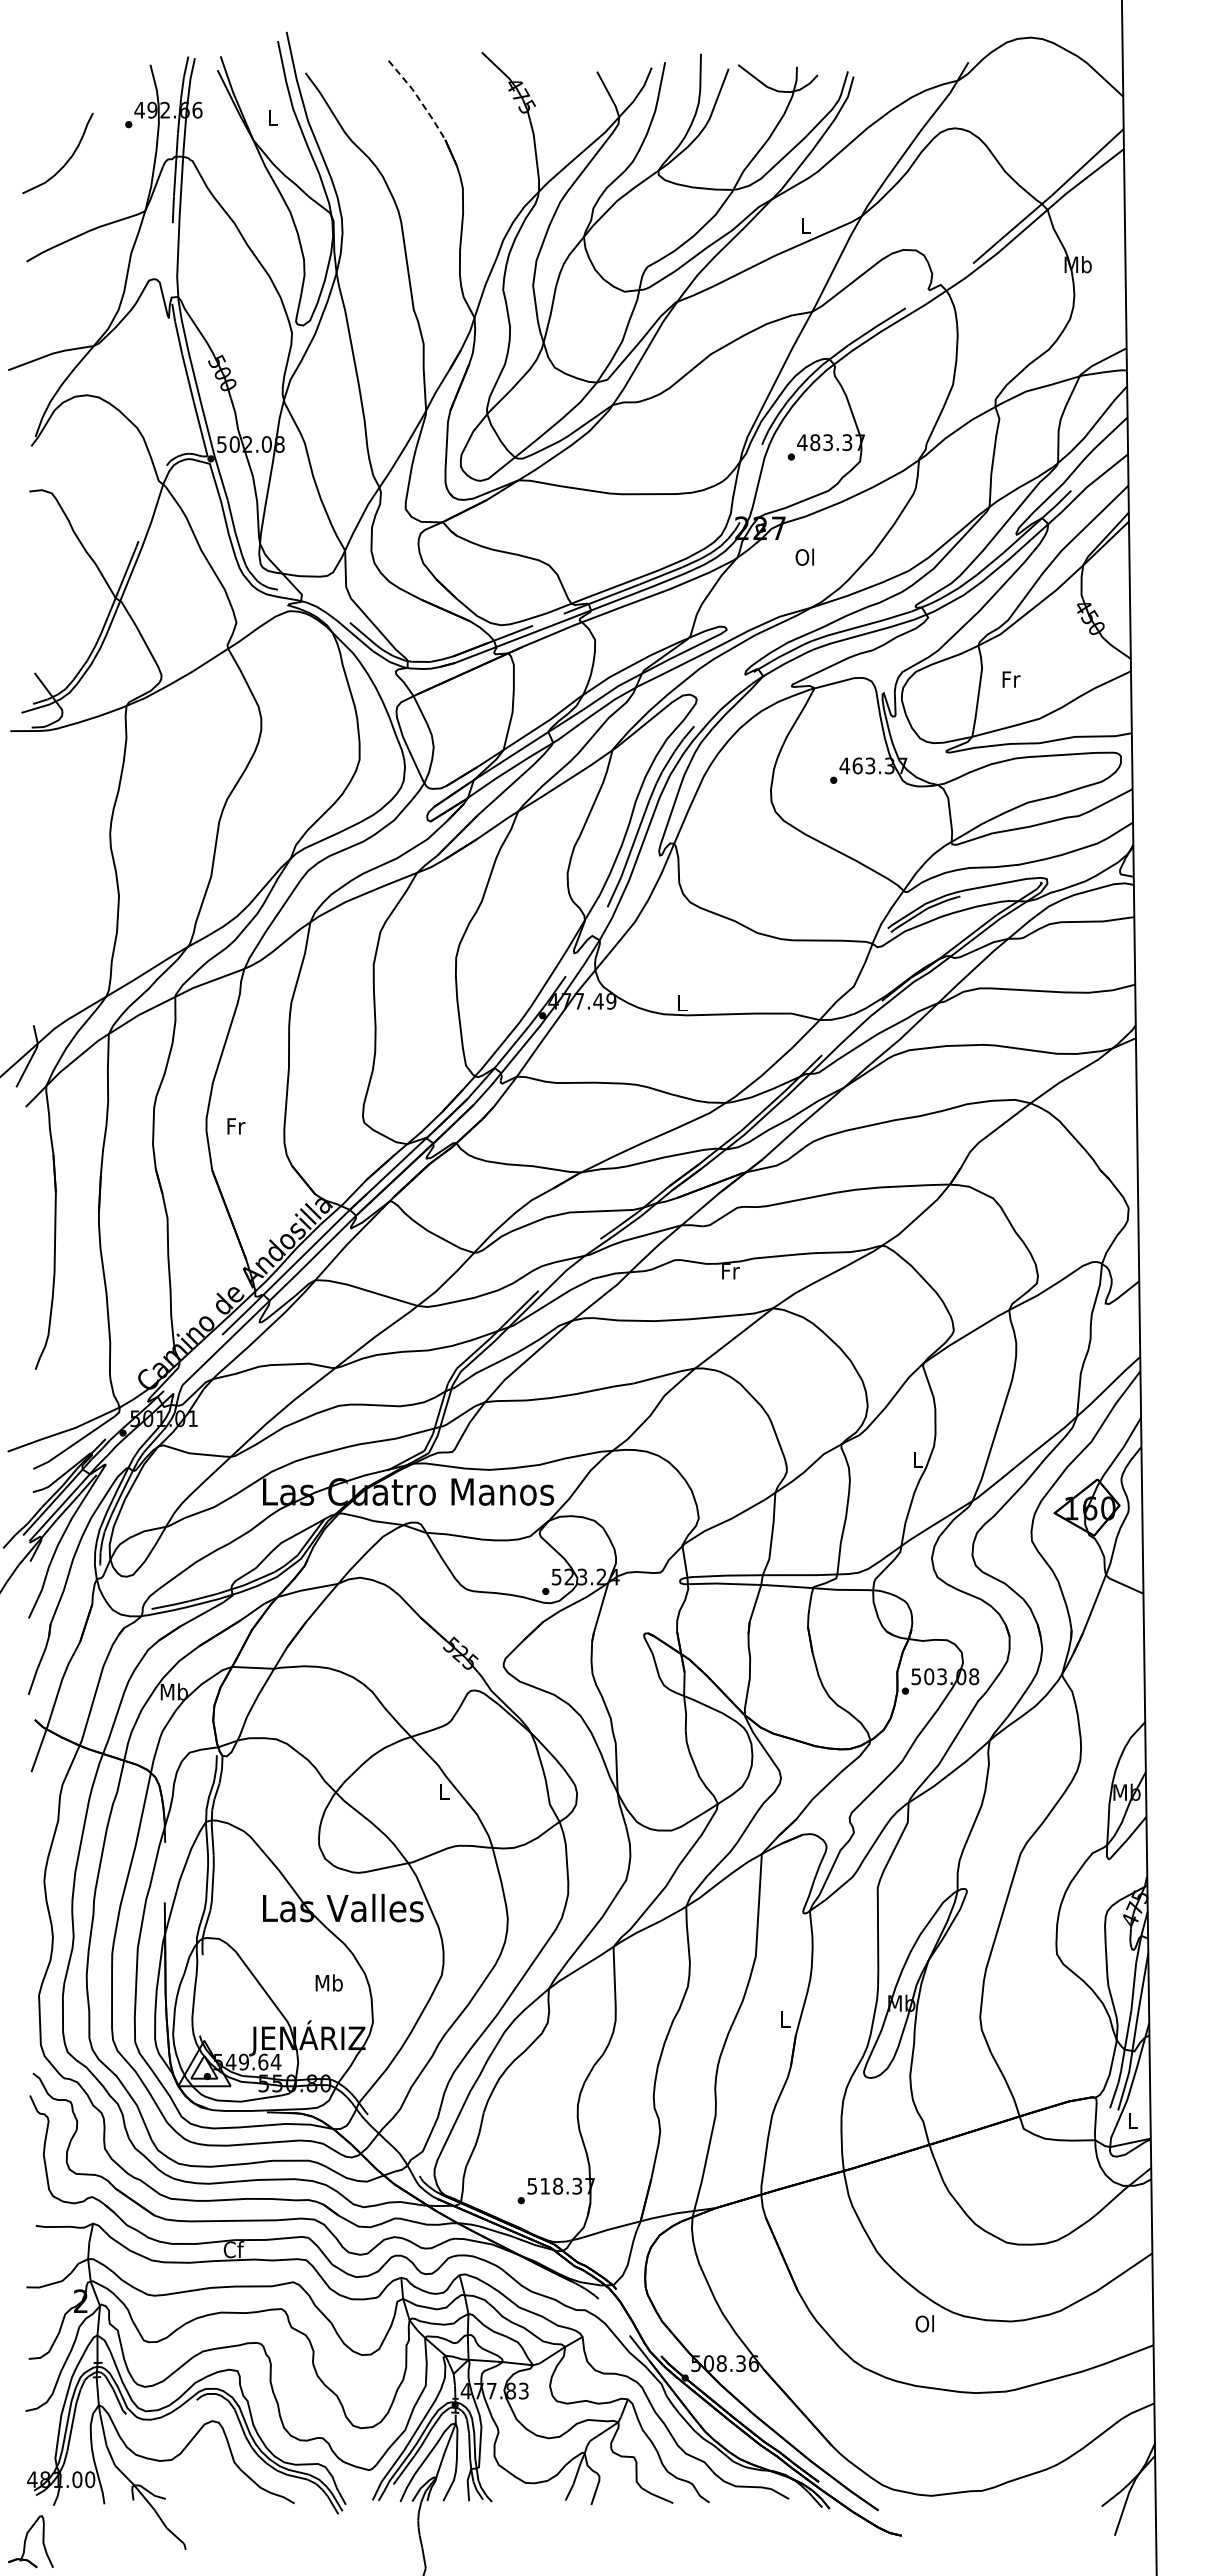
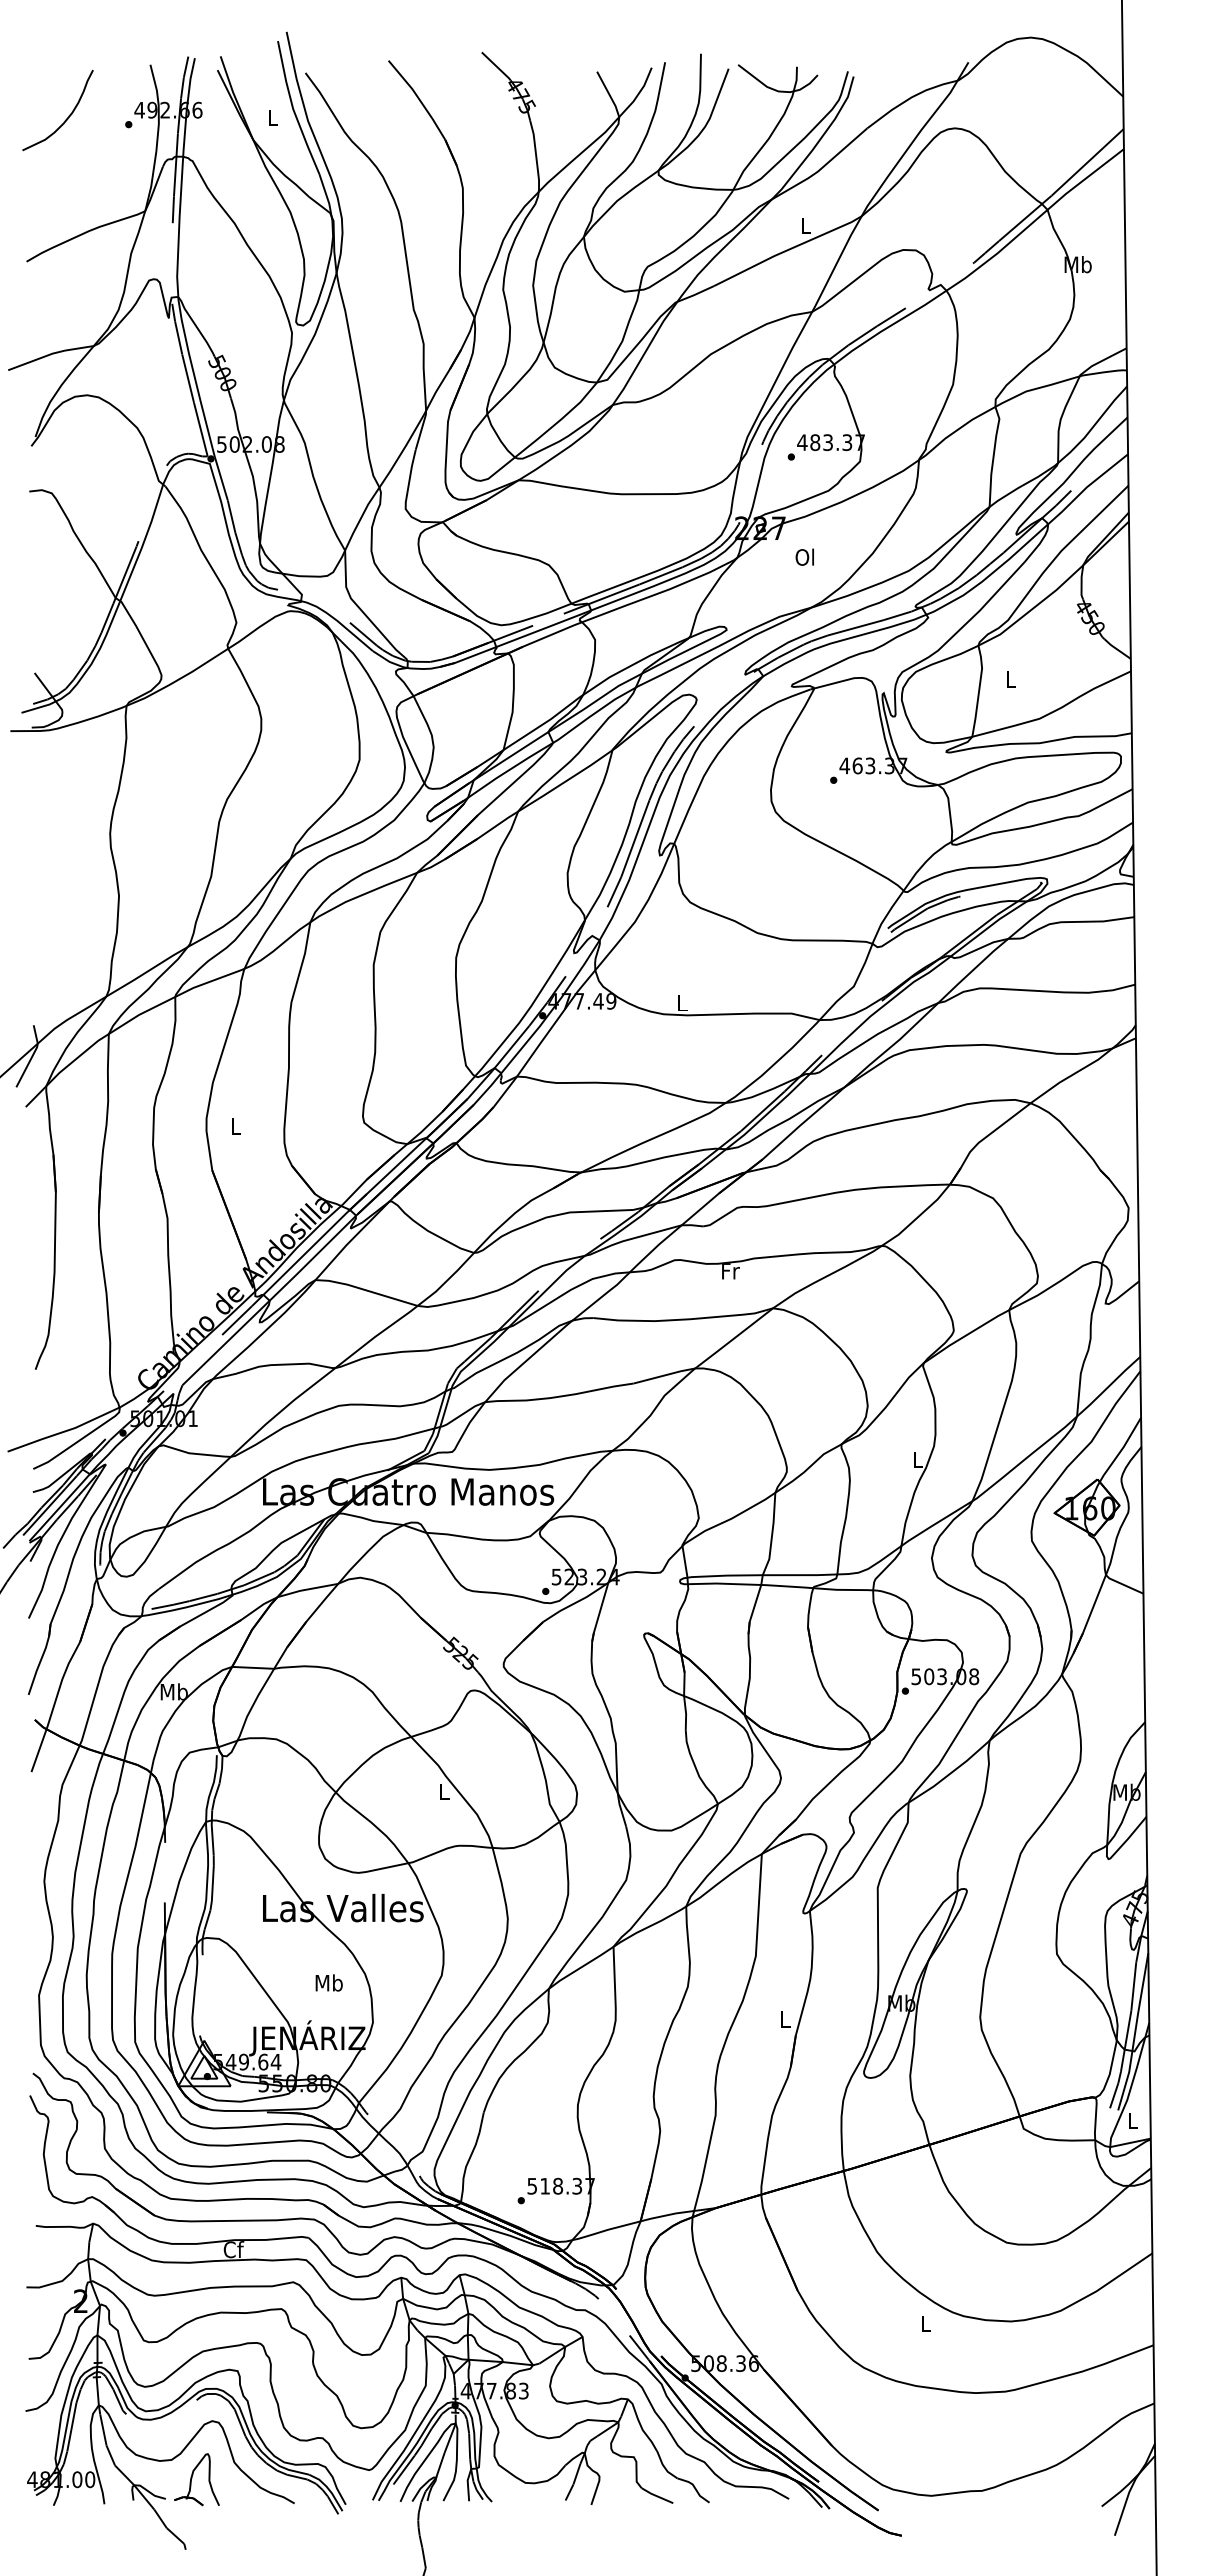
line at (418, 98): dashed -> solid
curve at (66, 161) position: (66, 161) -> (66, 118)
text at (1011, 679): Fr -> L
text at (236, 1126): Fr -> L
text at (924, 2323): Ol -> L
part at (30, 2541) position: (30, 2541) -> (196, 2479)
